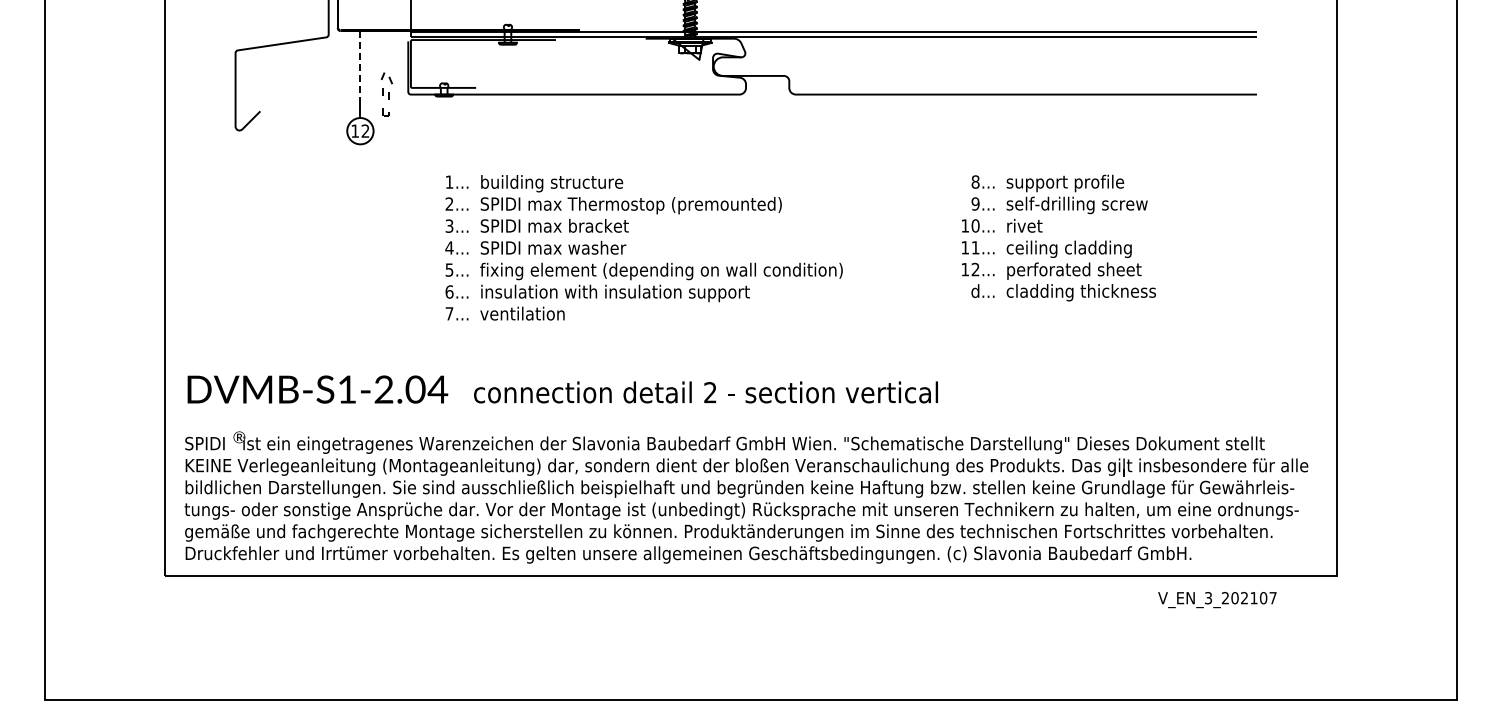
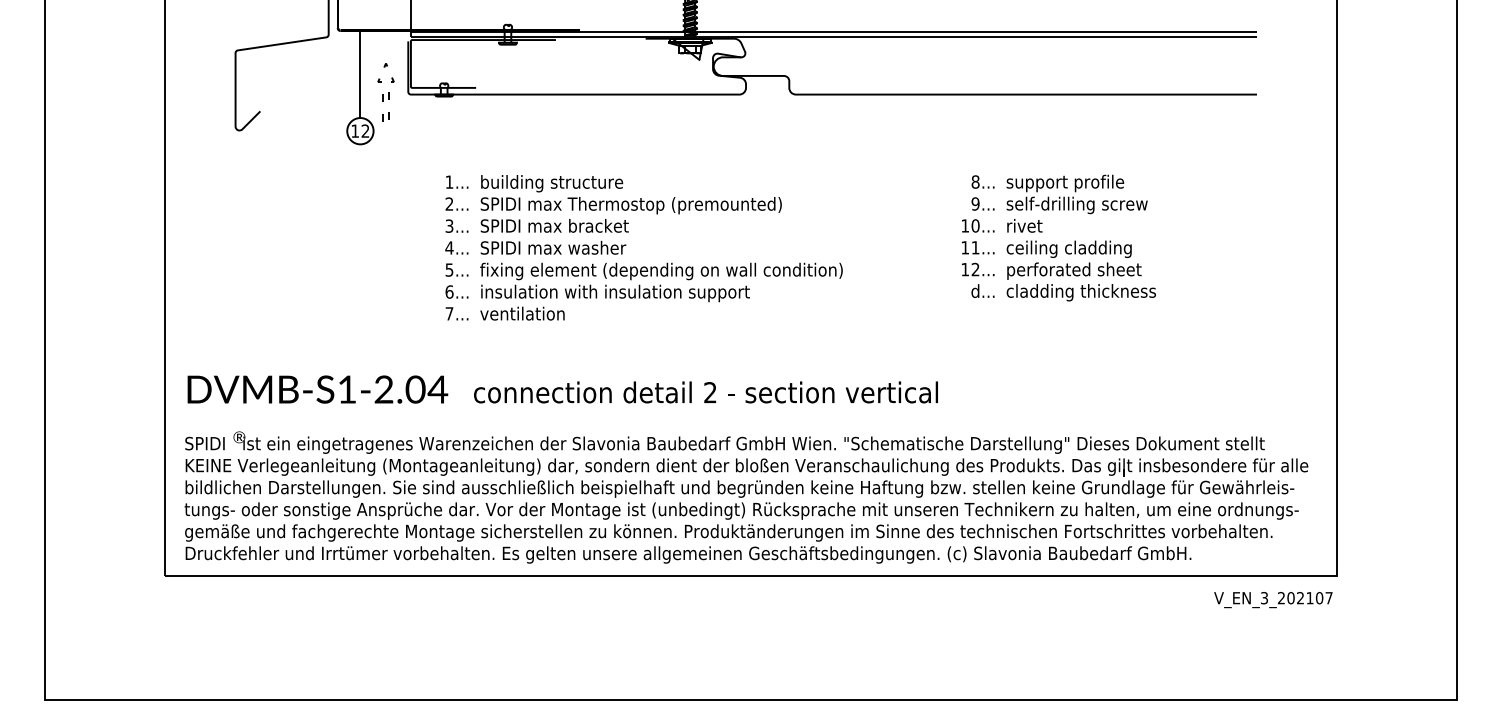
line at (360, 66): dashed -> solid
part at (386, 94) size: 13x45 px -> 18x59 px
text at (1217, 600) position: (1217, 600) -> (1273, 600)
